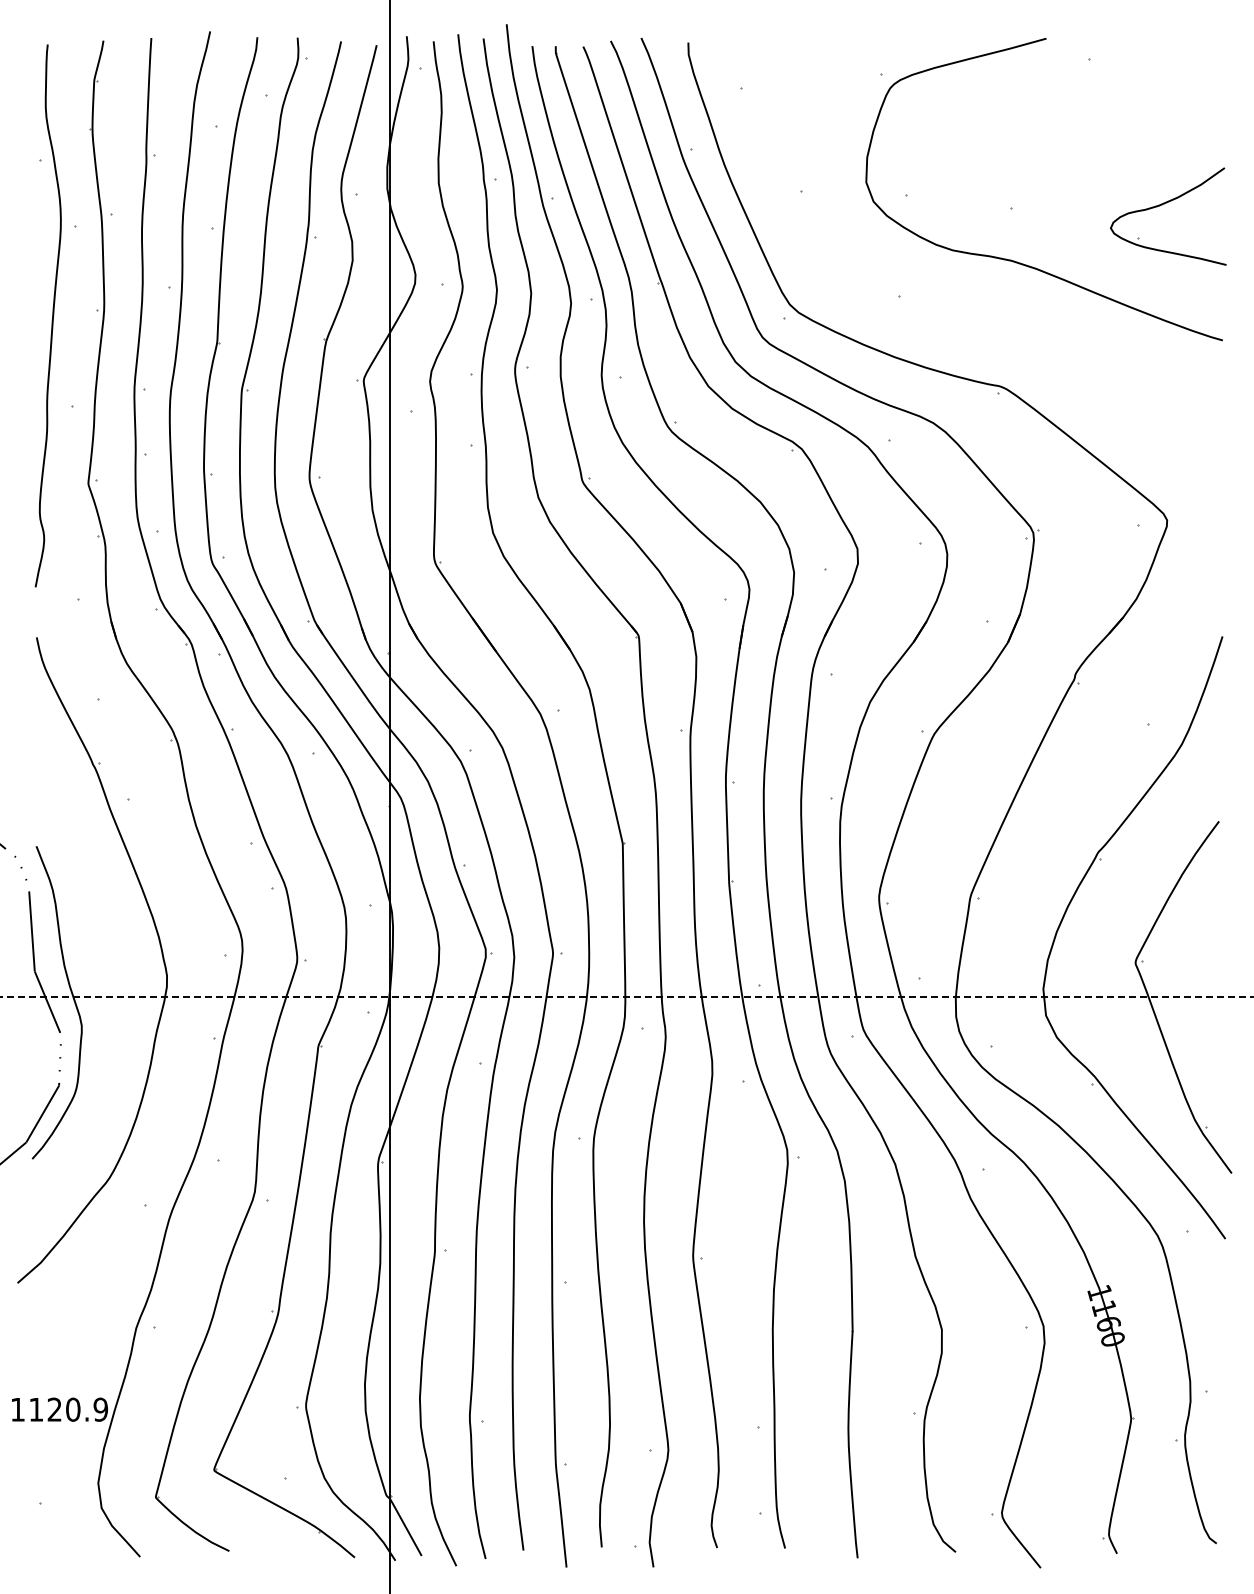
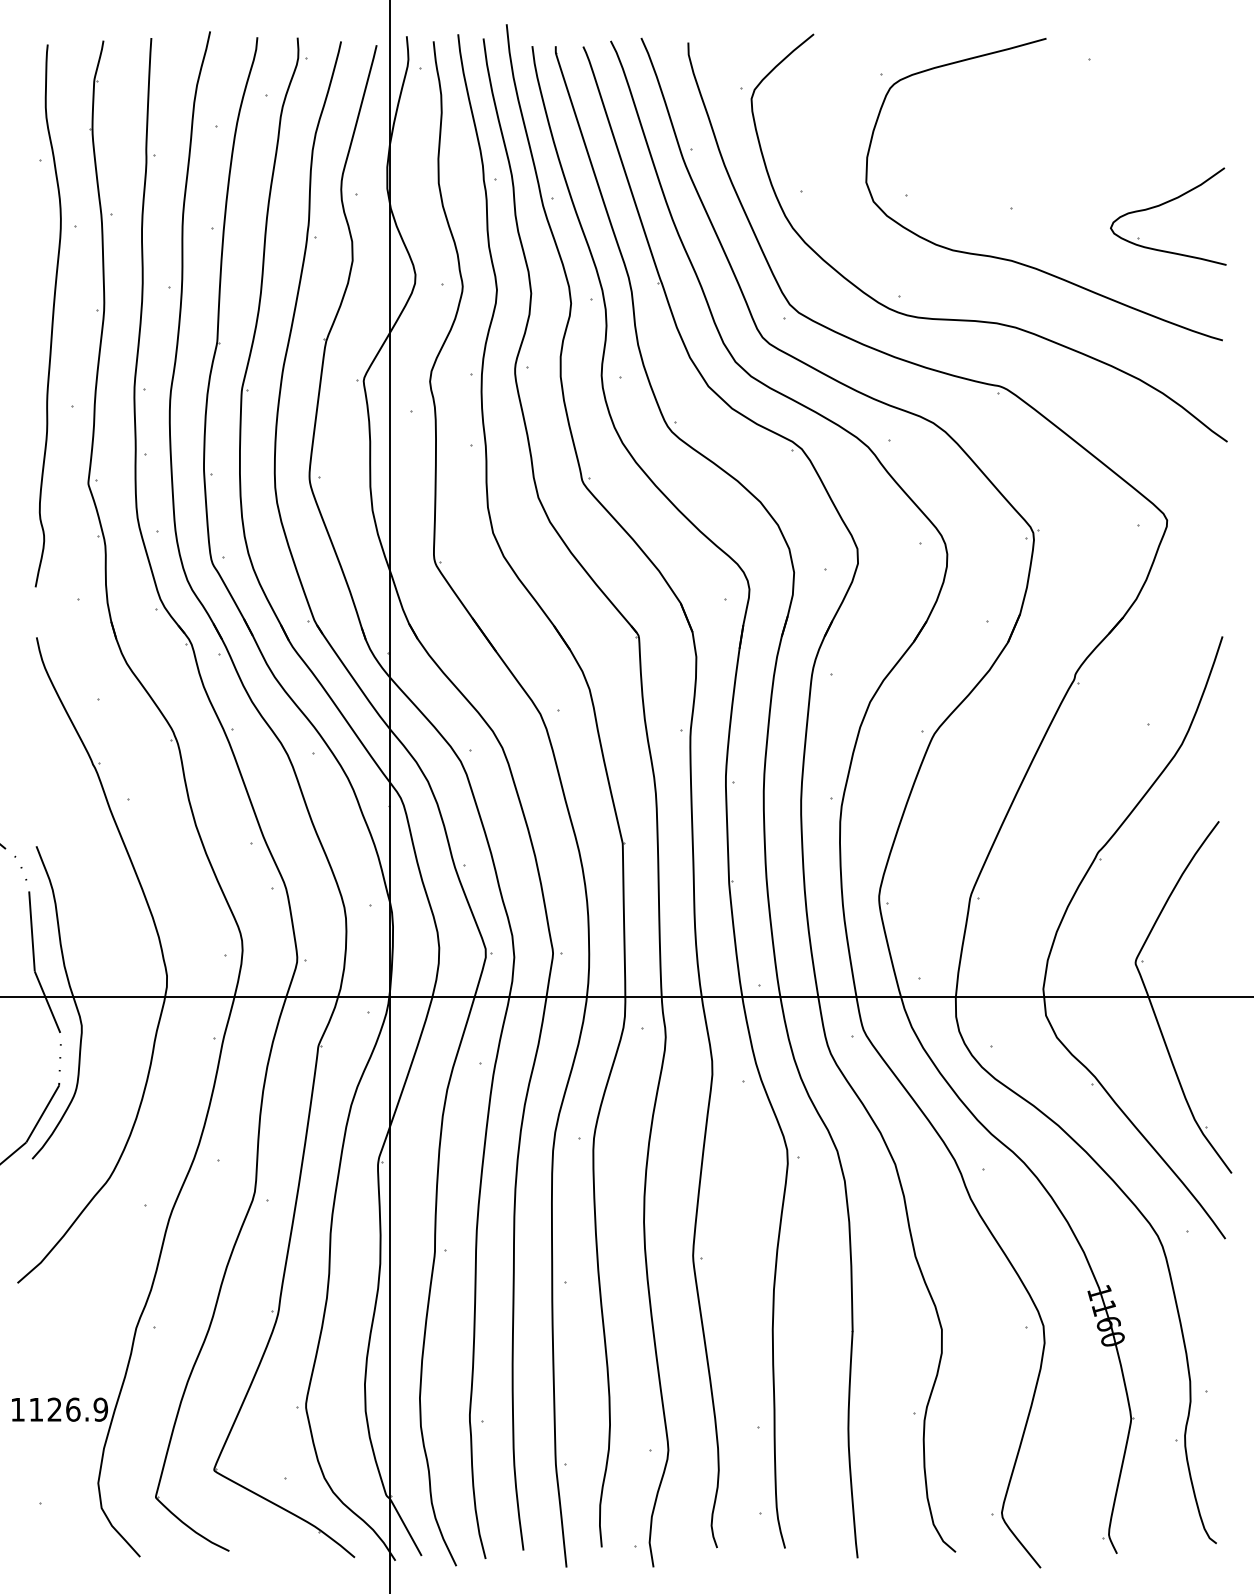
curve at (982, 320): none -> present
line at (626, 996): dashed -> solid
text at (73, 1409): 1120.9 -> 1126.9
